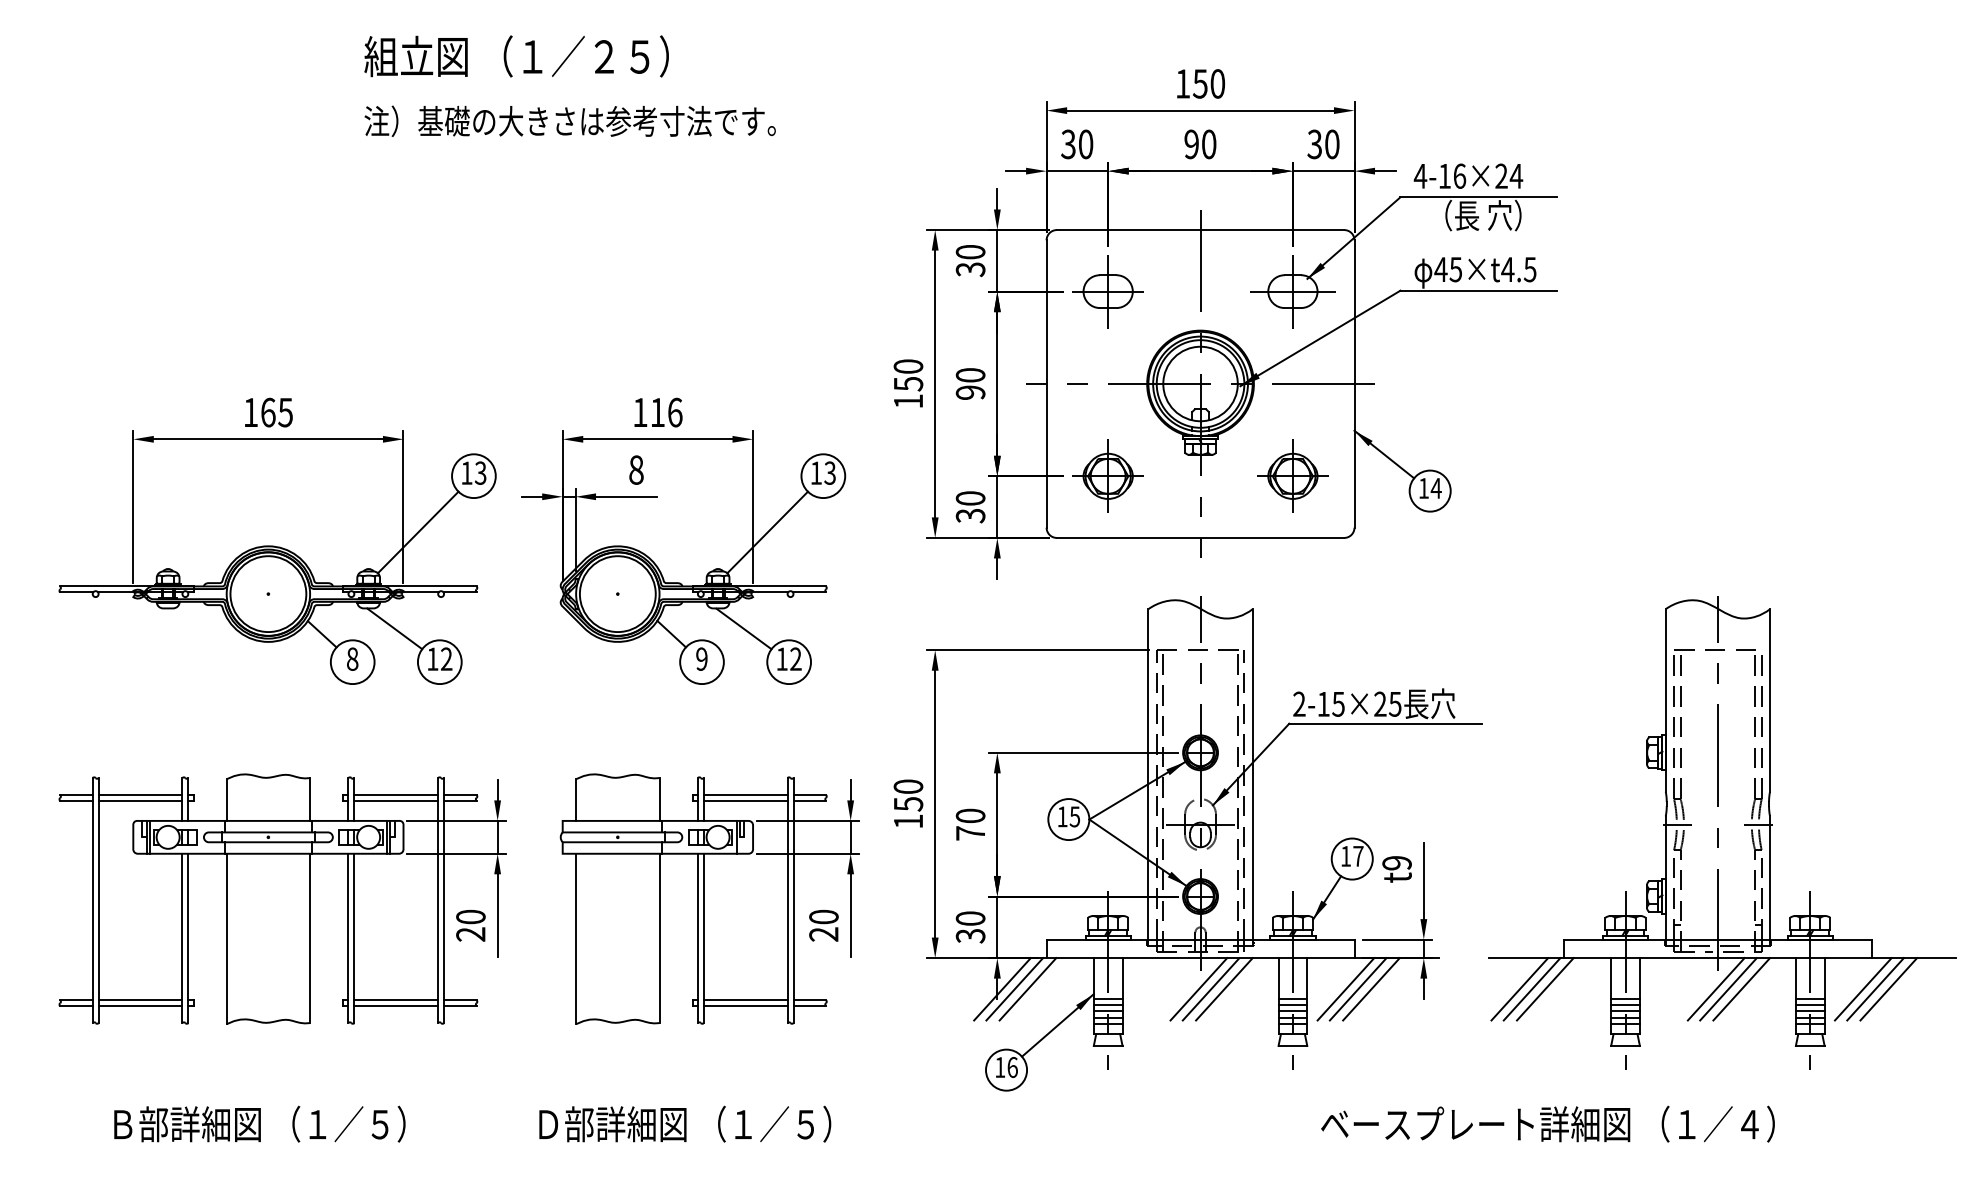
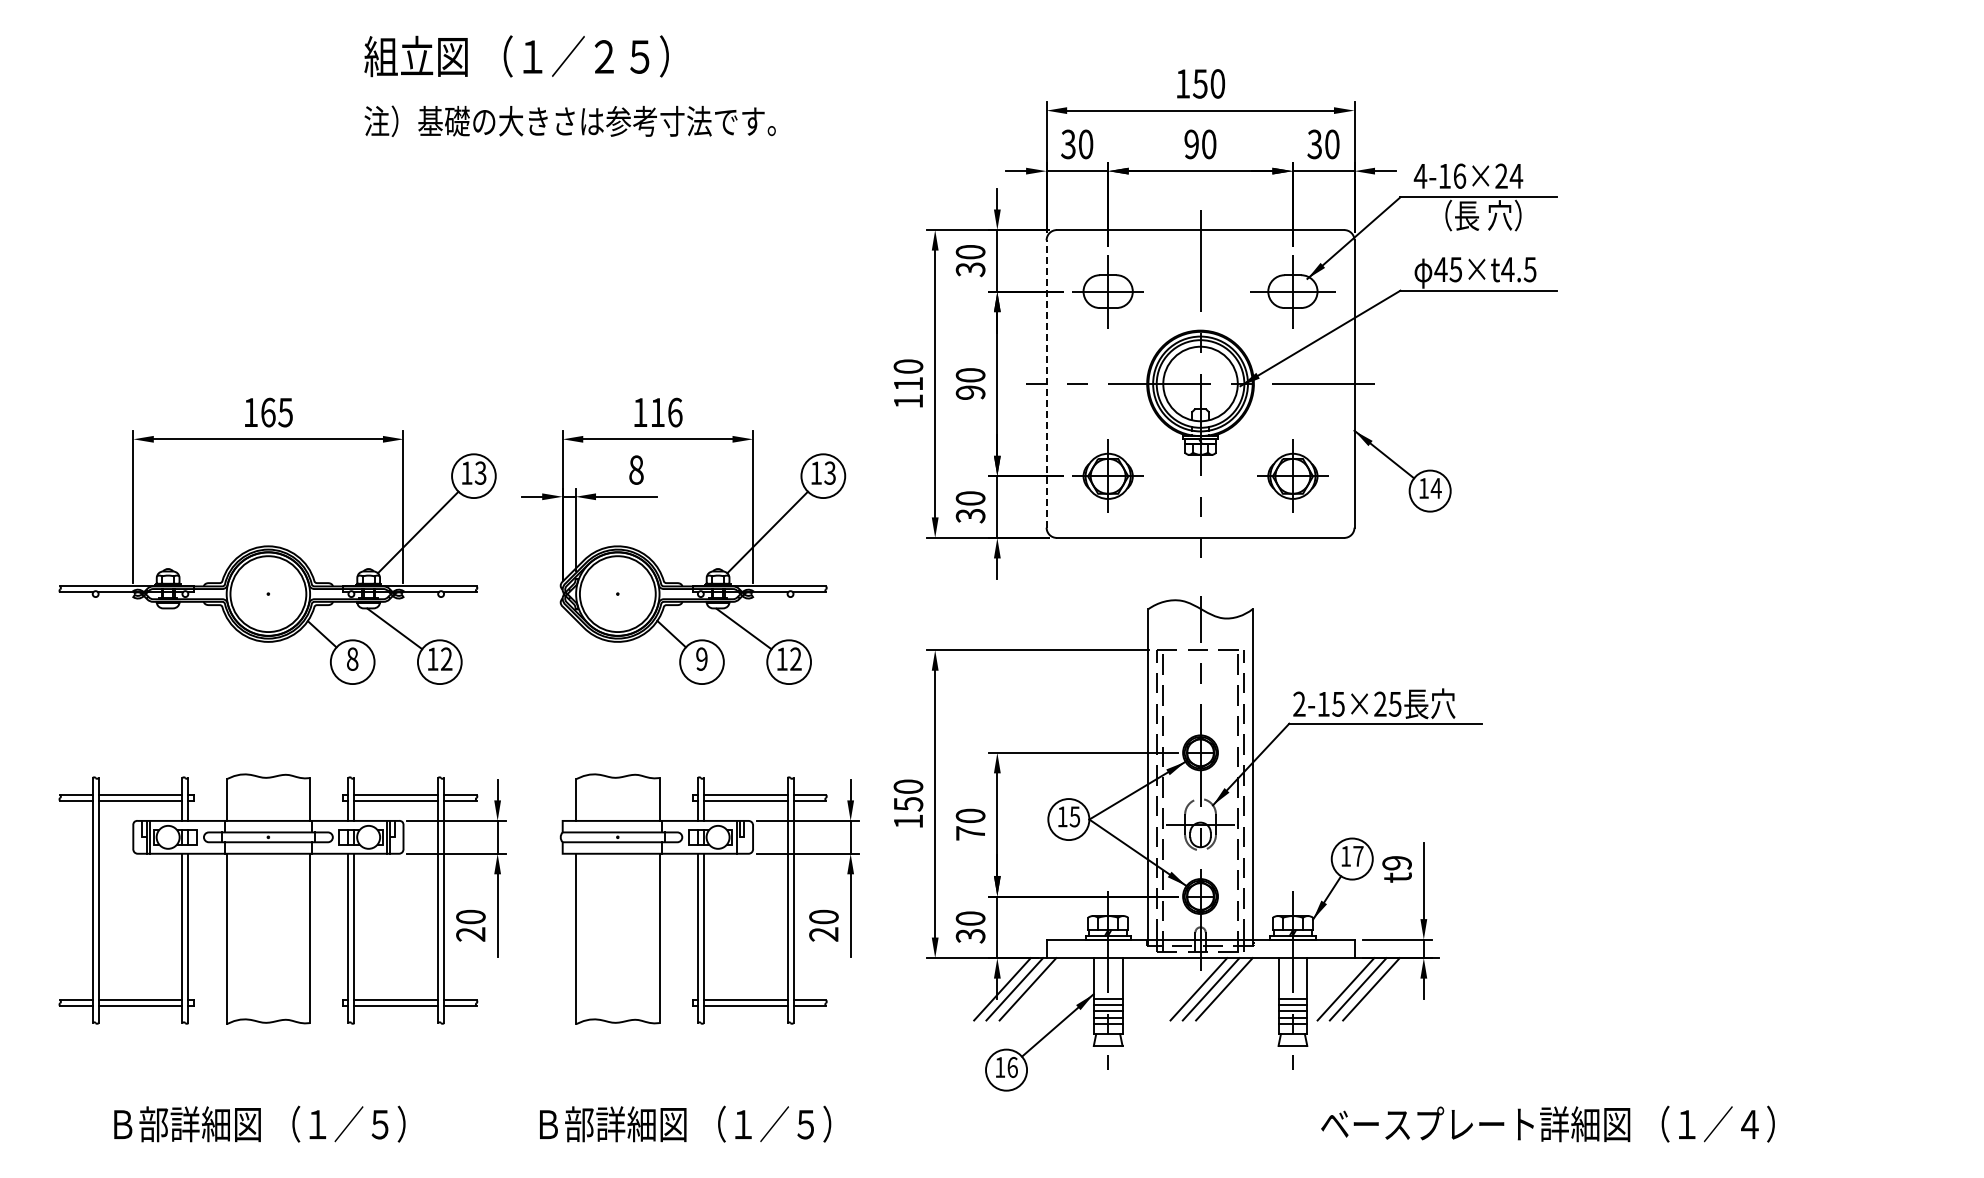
text at (908, 384): 150 -> 110
line at (1046, 384): solid -> dashed
part at (1722, 832): present -> none
text at (548, 1124): Ｄ部詳細図 （１／５） -> Ｂ部詳細図 （１／５）
